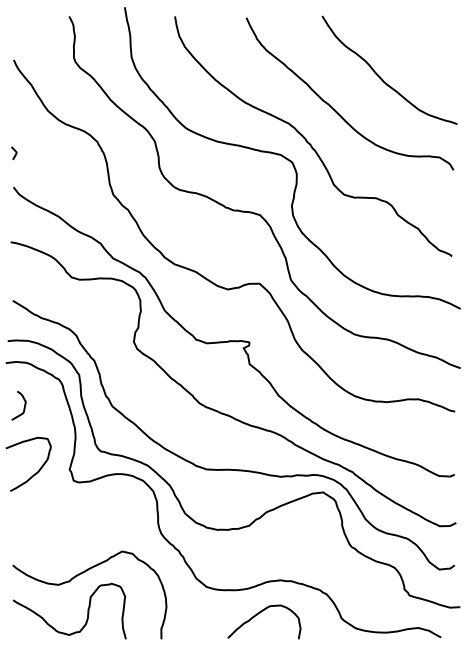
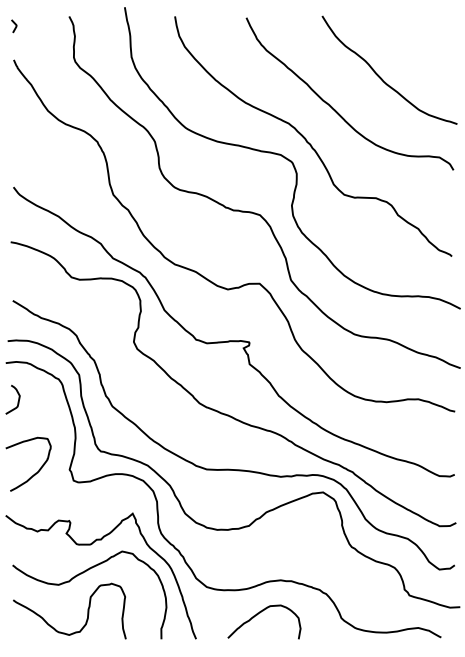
line at (15, 153) position: (15, 153) -> (15, 26)
curve at (23, 407) position: (23, 407) -> (17, 401)
curve at (90, 545): none -> present
